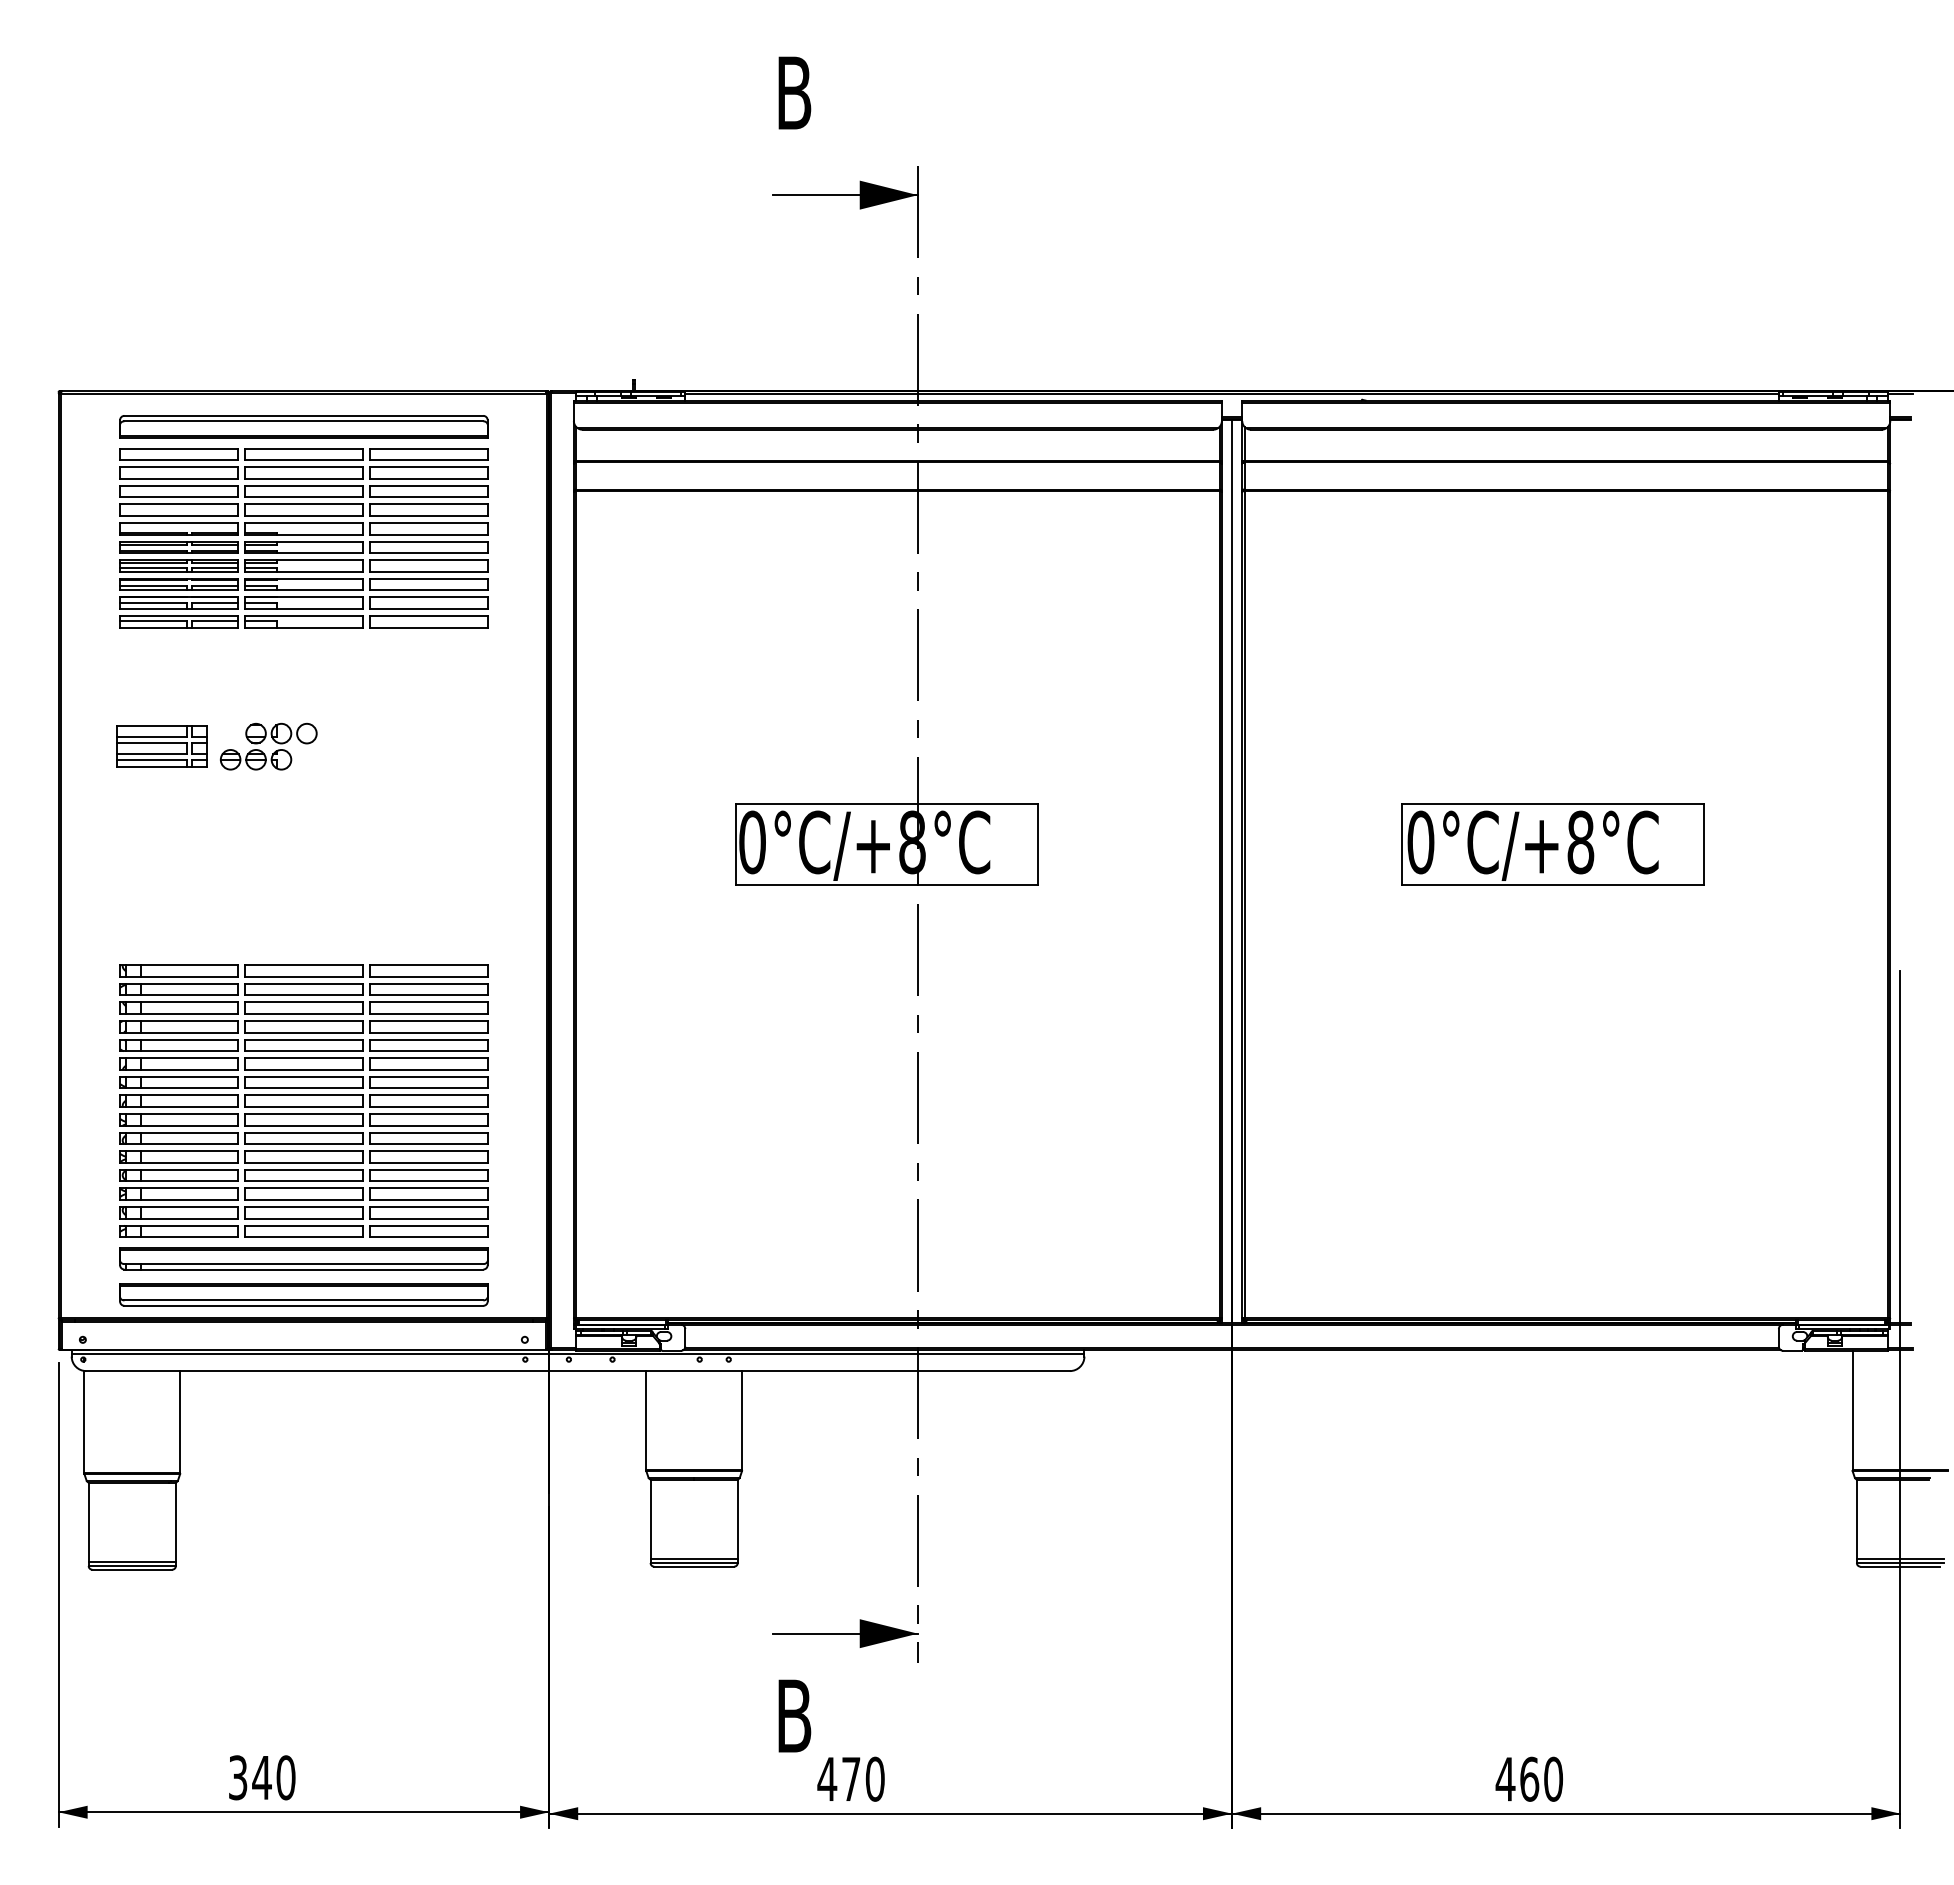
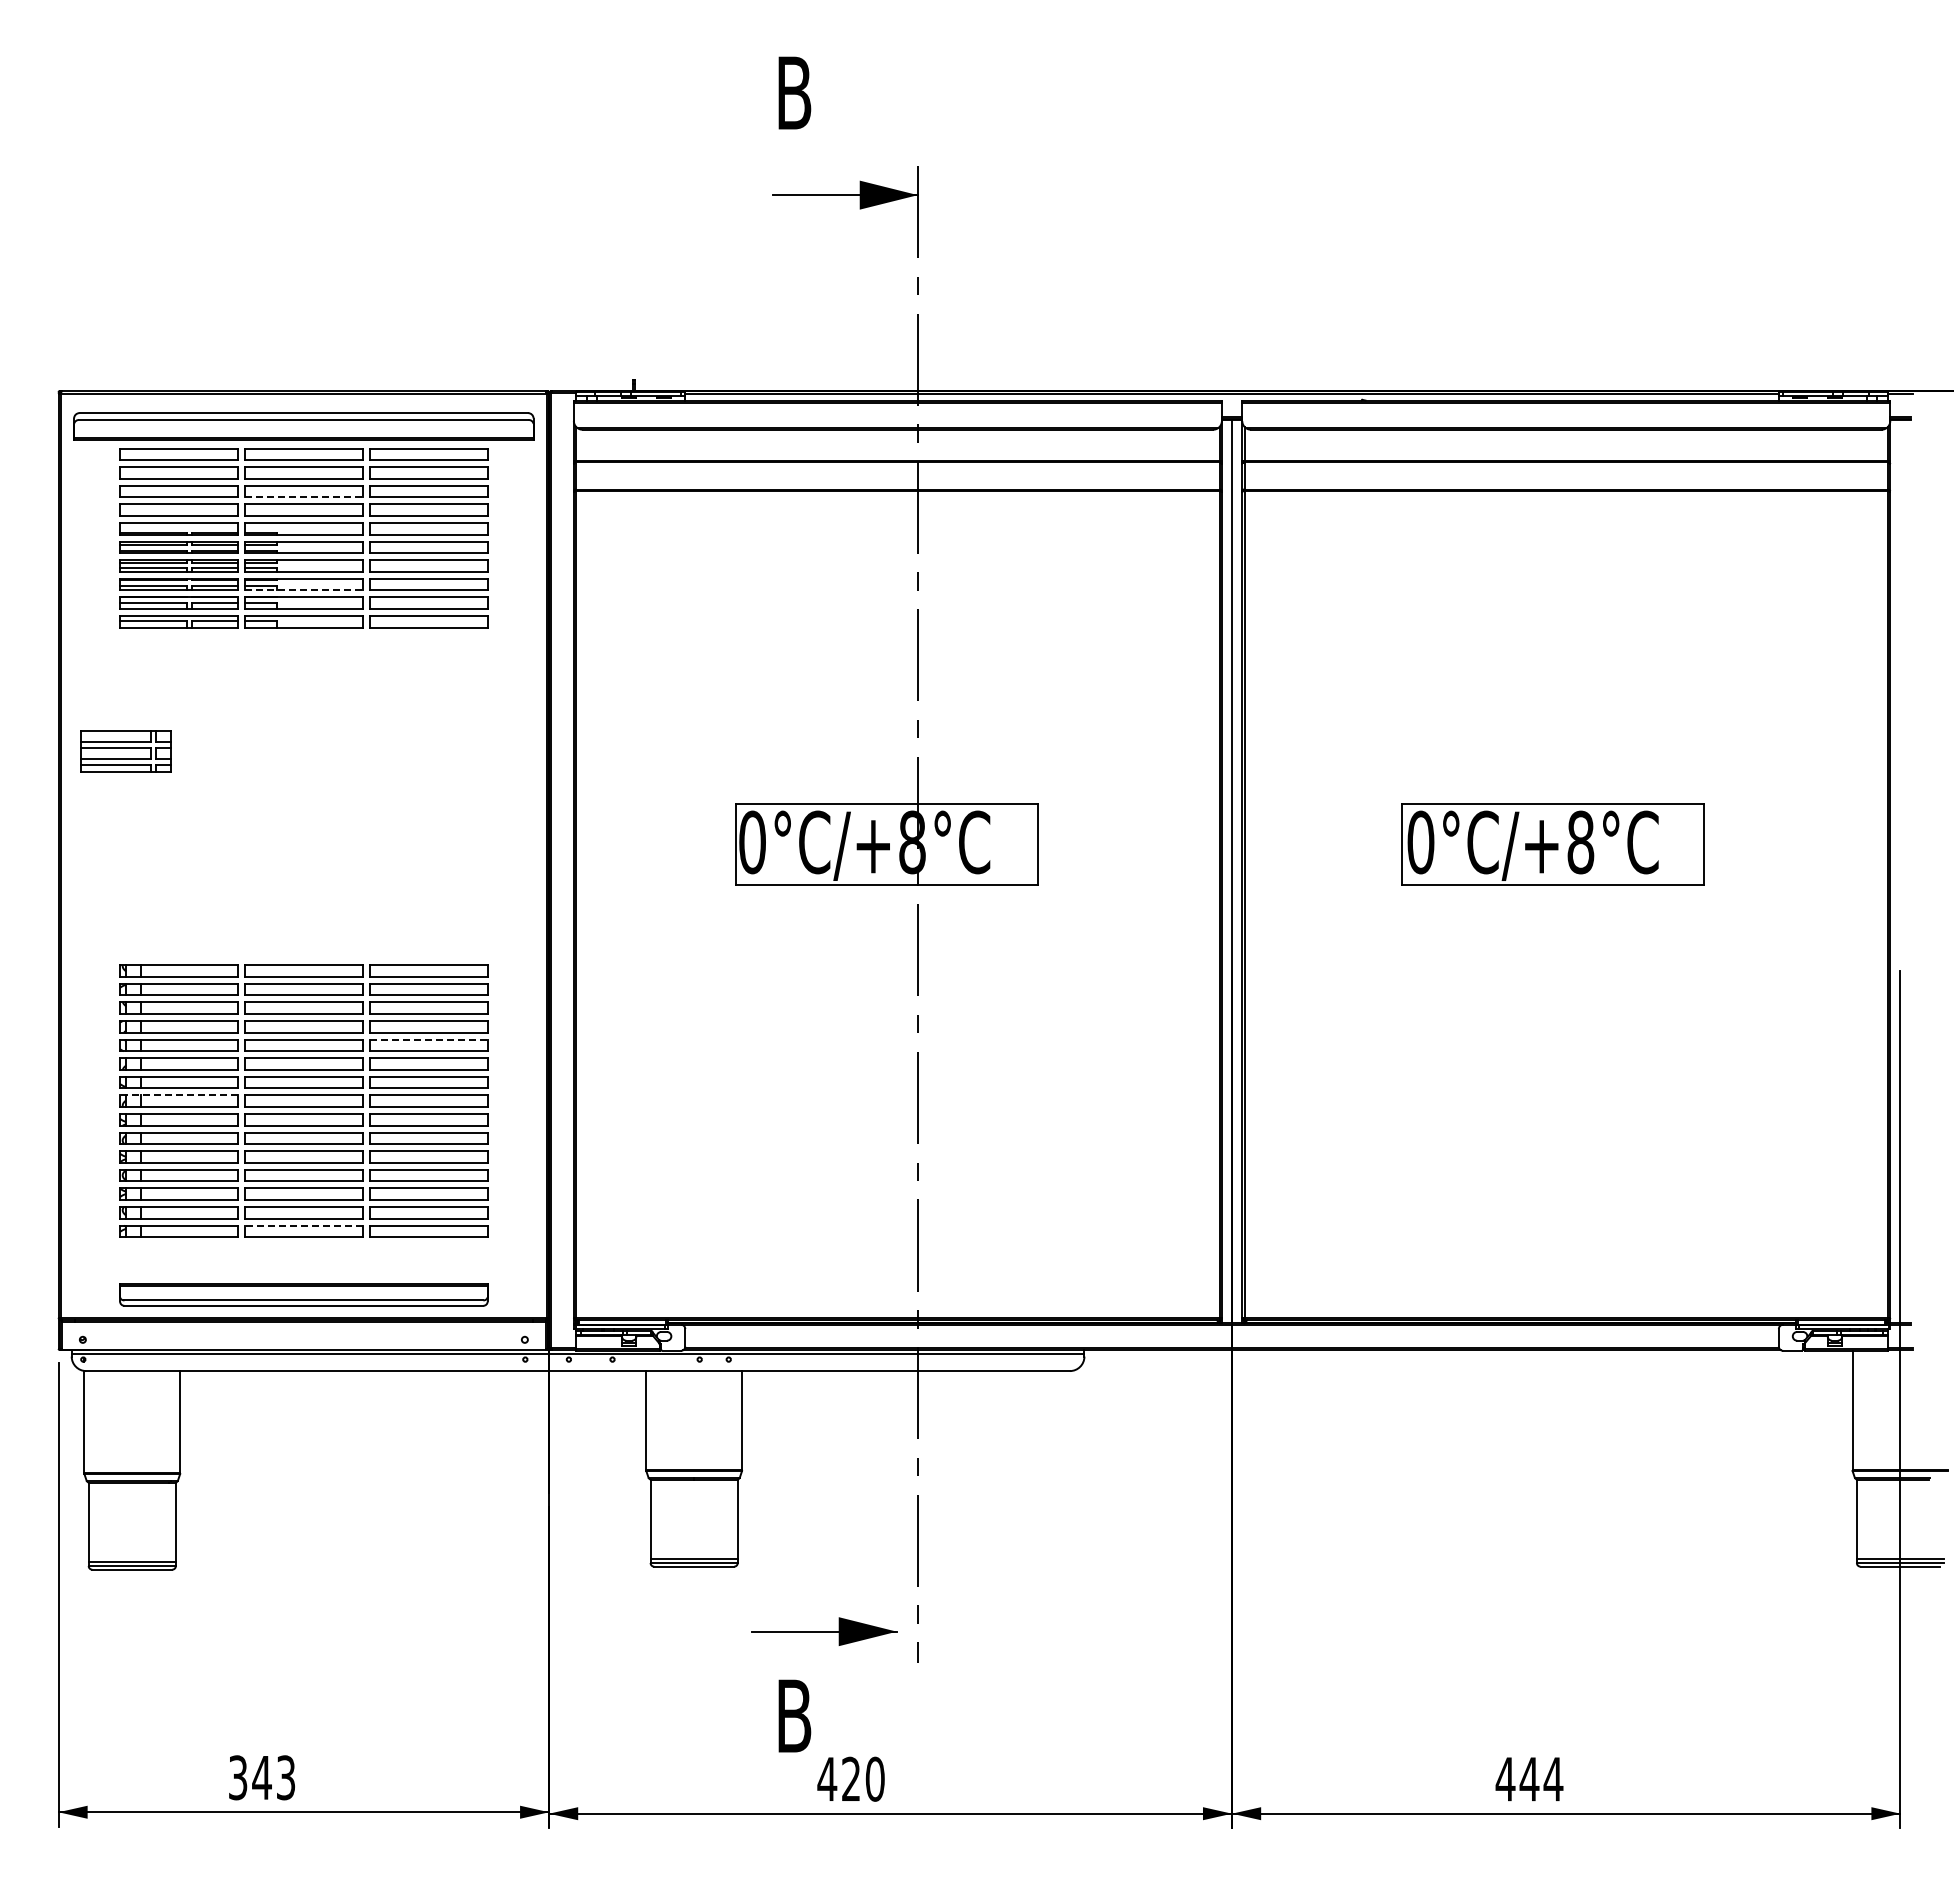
part at (303, 426) size: 370x24 px -> 462x29 px
line at (303, 497): solid -> dashed
line at (303, 590): solid -> dashed
part at (263, 741): present -> none
part at (161, 746) position: (161, 746) -> (125, 751)
line at (428, 1039): solid -> dashed
line at (178, 1095): solid -> dashed
line at (303, 1225): solid -> dashed
part at (303, 1258): present -> none
part at (845, 1633) position: (845, 1633) -> (824, 1631)
text at (285, 1777): 340 -> 343
text at (851, 1778): 470 -> 420
text at (1541, 1778): 460 -> 444
